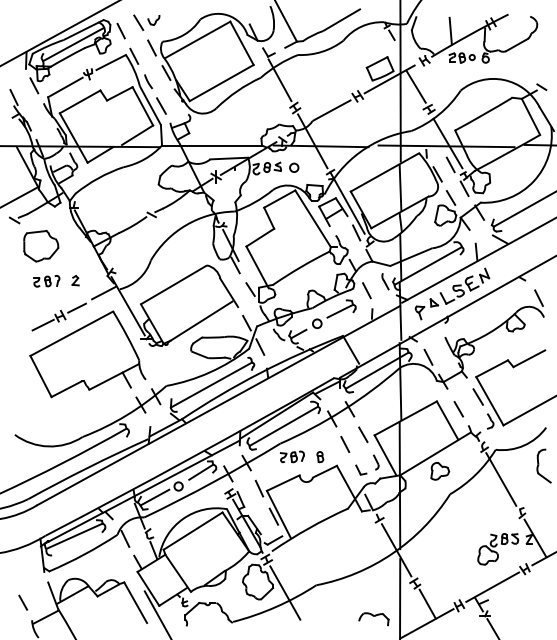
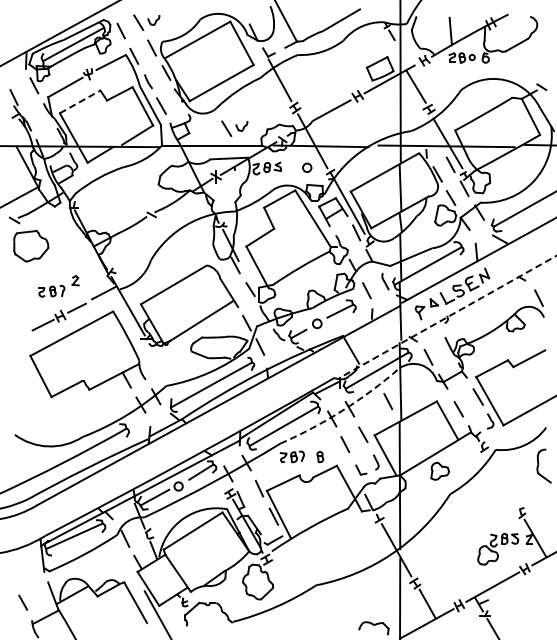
line at (80, 101): solid -> dashed
part at (234, 128): none -> present
circle at (294, 167) position: (294, 167) -> (307, 167)
part at (41, 246) position: (41, 246) -> (31, 246)
part at (46, 281) position: (46, 281) -> (51, 291)
line at (448, 316): solid -> dashed
line at (388, 401): none -> present
arc at (342, 410): solid -> dashed
line at (501, 479): present -> none
line at (285, 592): present -> none
part at (373, 619) position: (373, 619) -> (373, 628)
